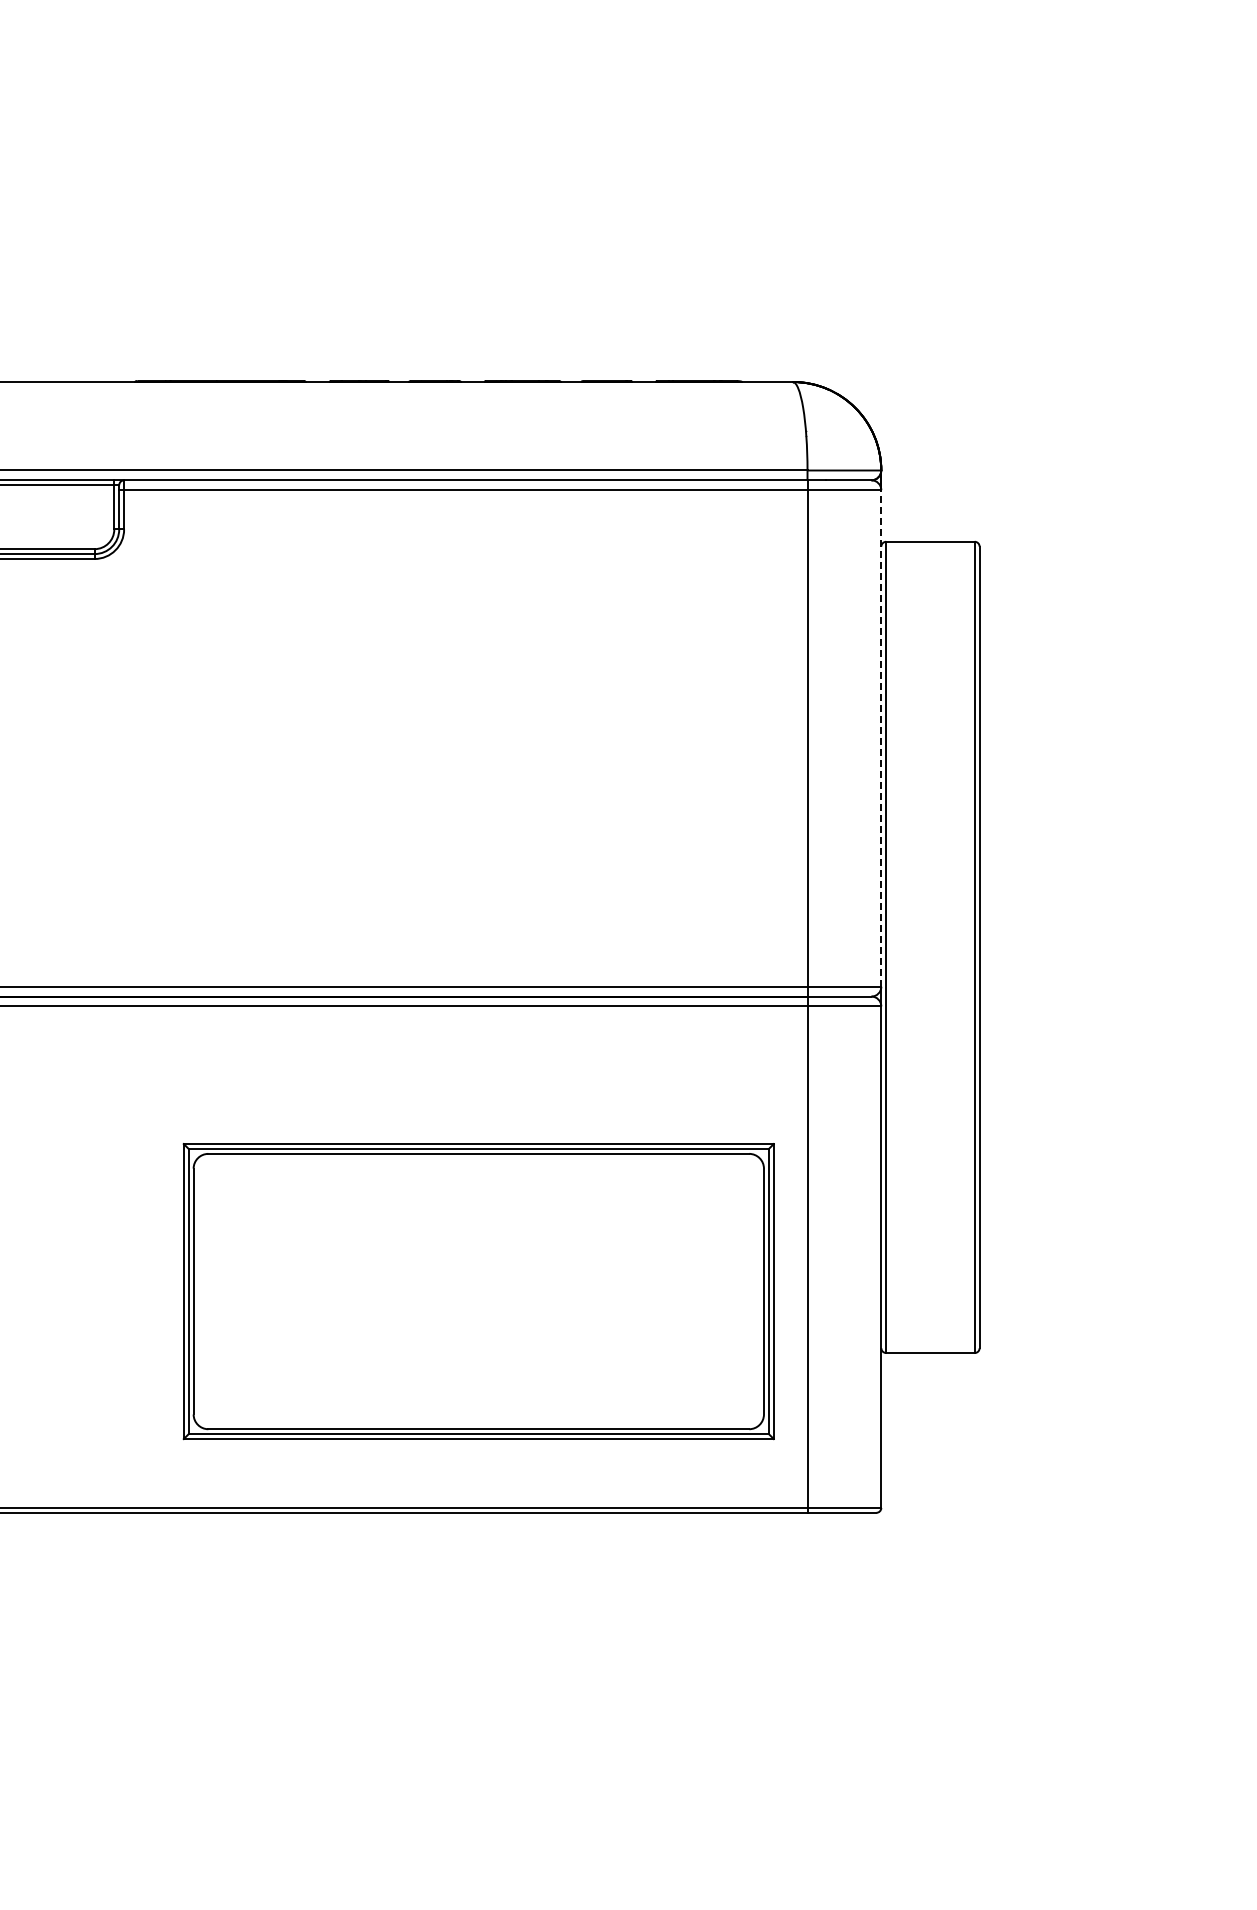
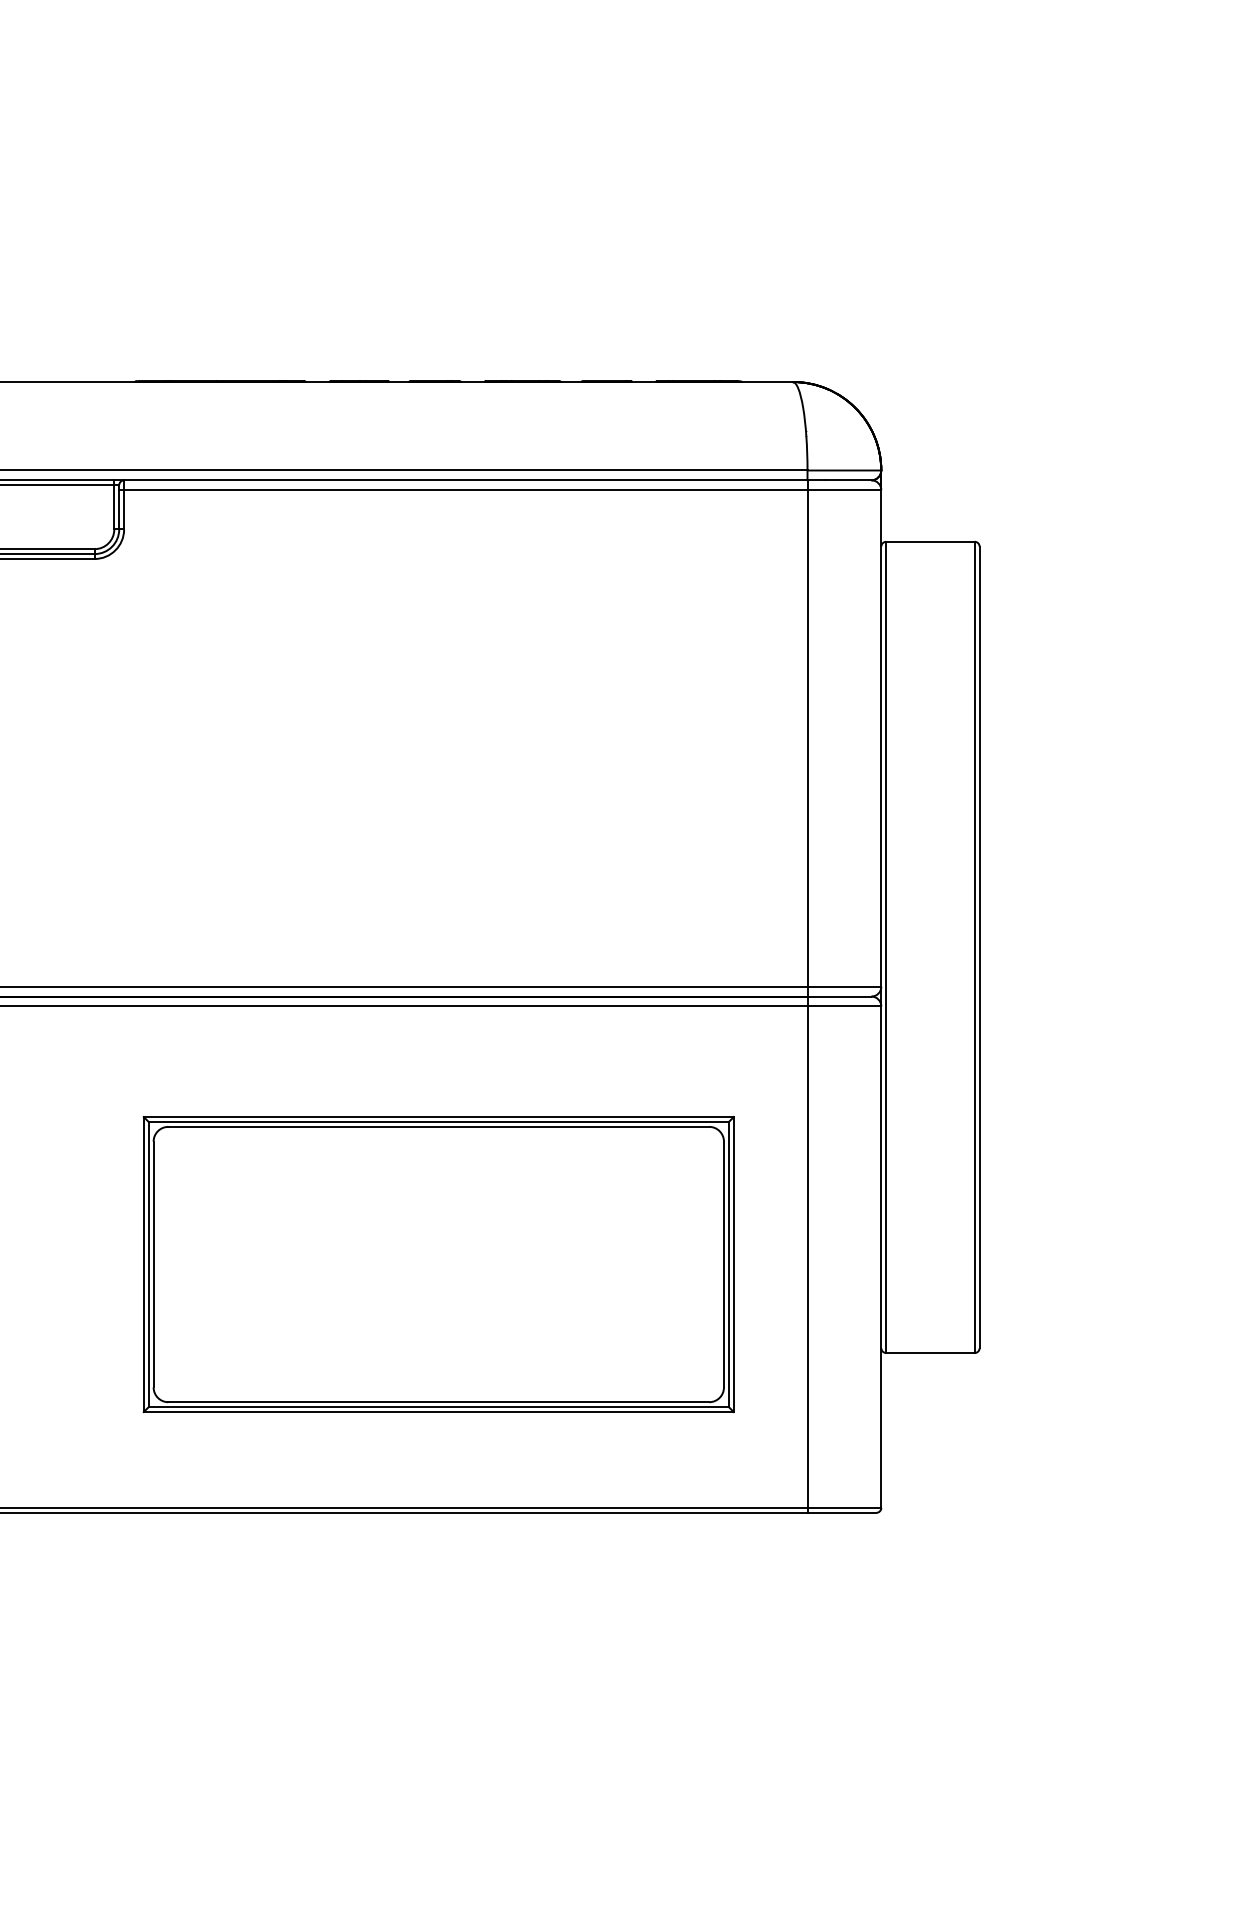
line at (881, 737): dashed -> solid
part at (478, 1291) position: (478, 1291) -> (438, 1264)
